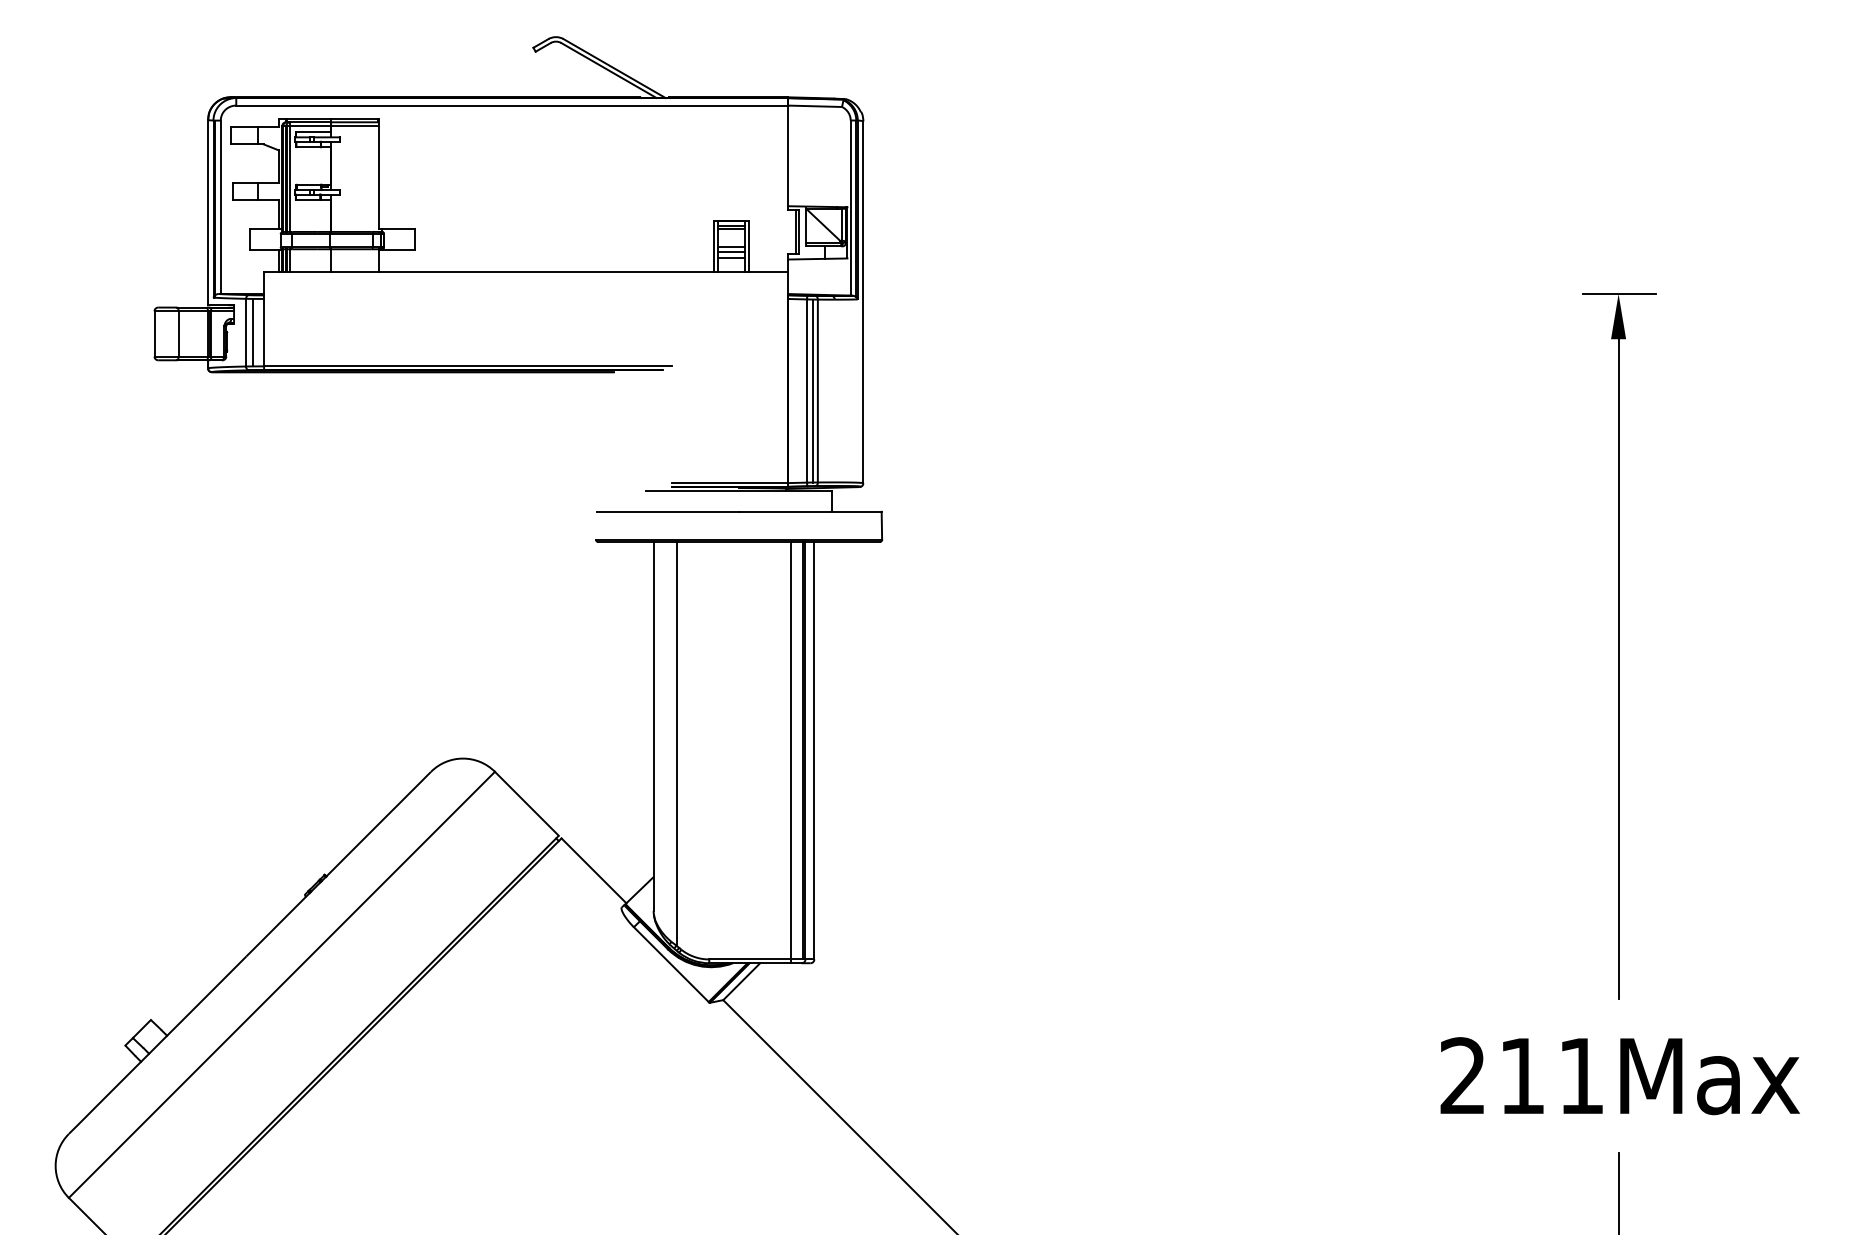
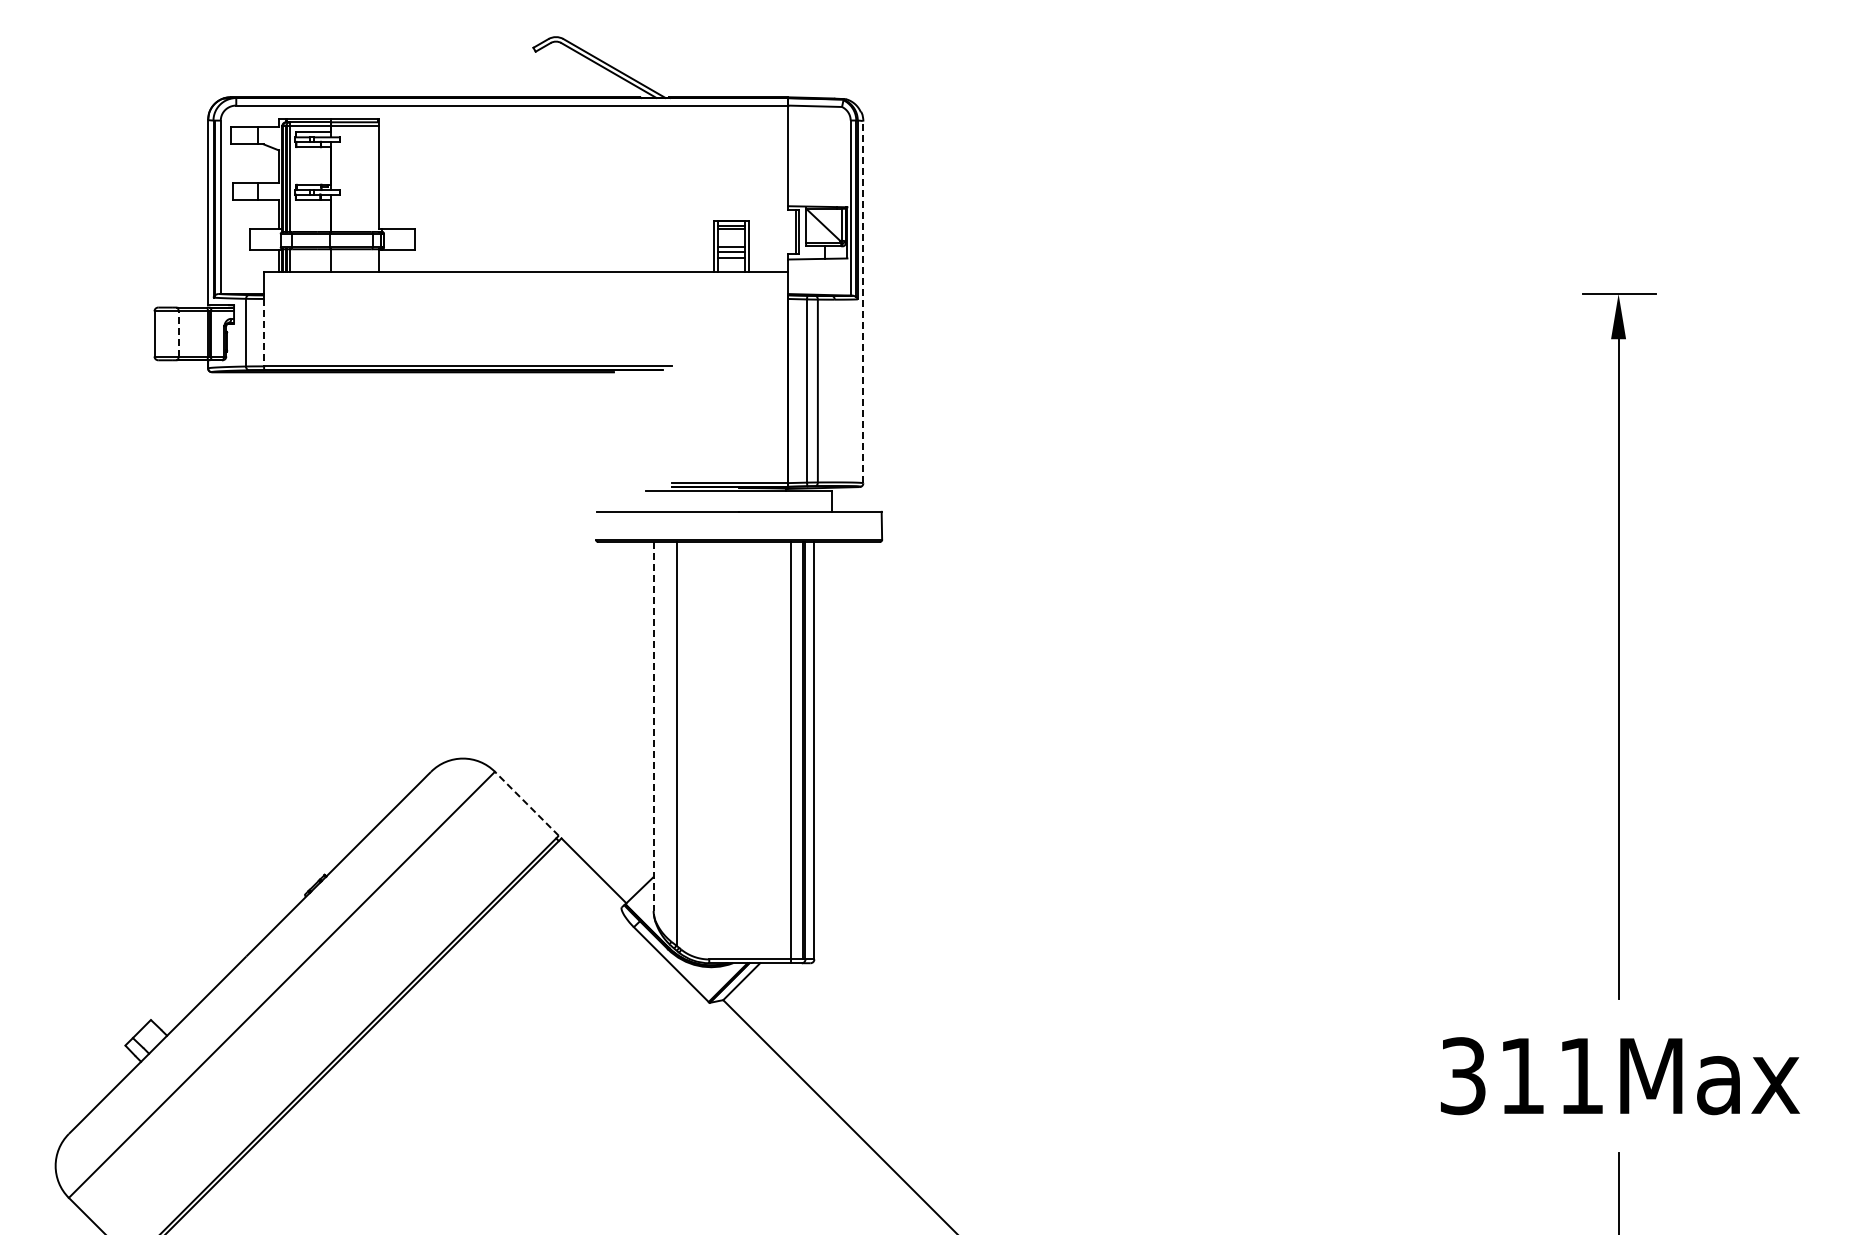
line at (863, 301): solid -> dashed
line at (253, 332): present -> none
line at (264, 332): solid -> dashed
line at (178, 333): solid -> dashed
line at (813, 390): present -> none
line at (653, 726): solid -> dashed
line at (526, 803): solid -> dashed
text at (1462, 1076): 211Max -> 311Max
